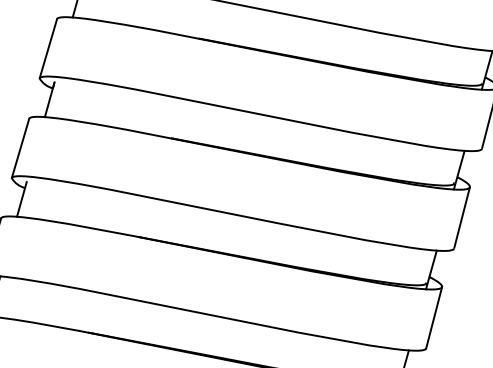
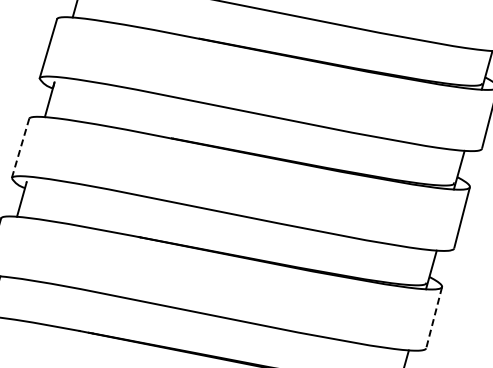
line at (20, 148): solid -> dashed
line at (434, 317): solid -> dashed
